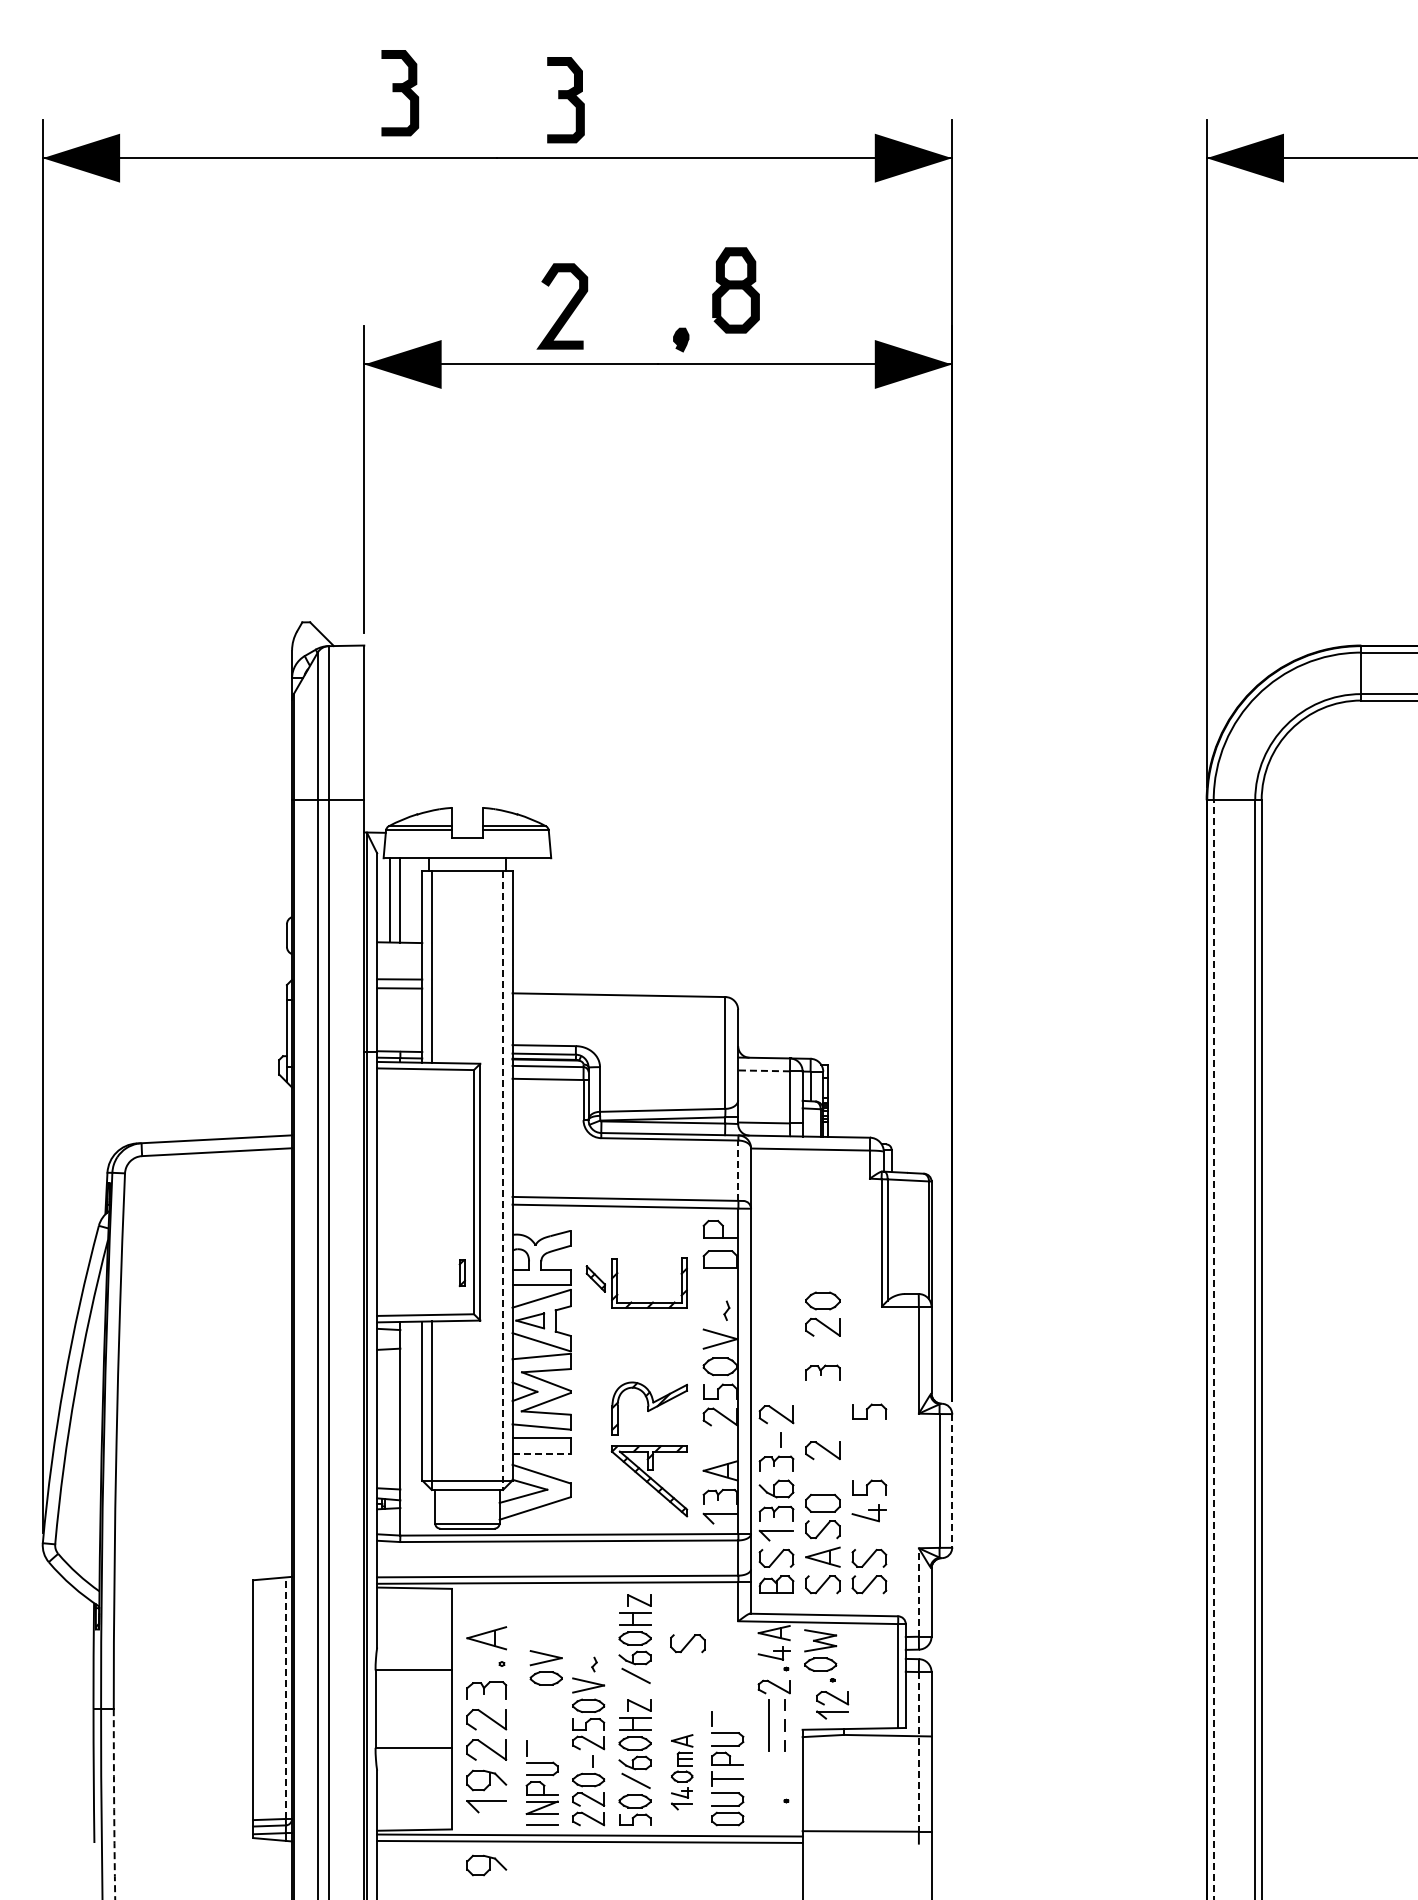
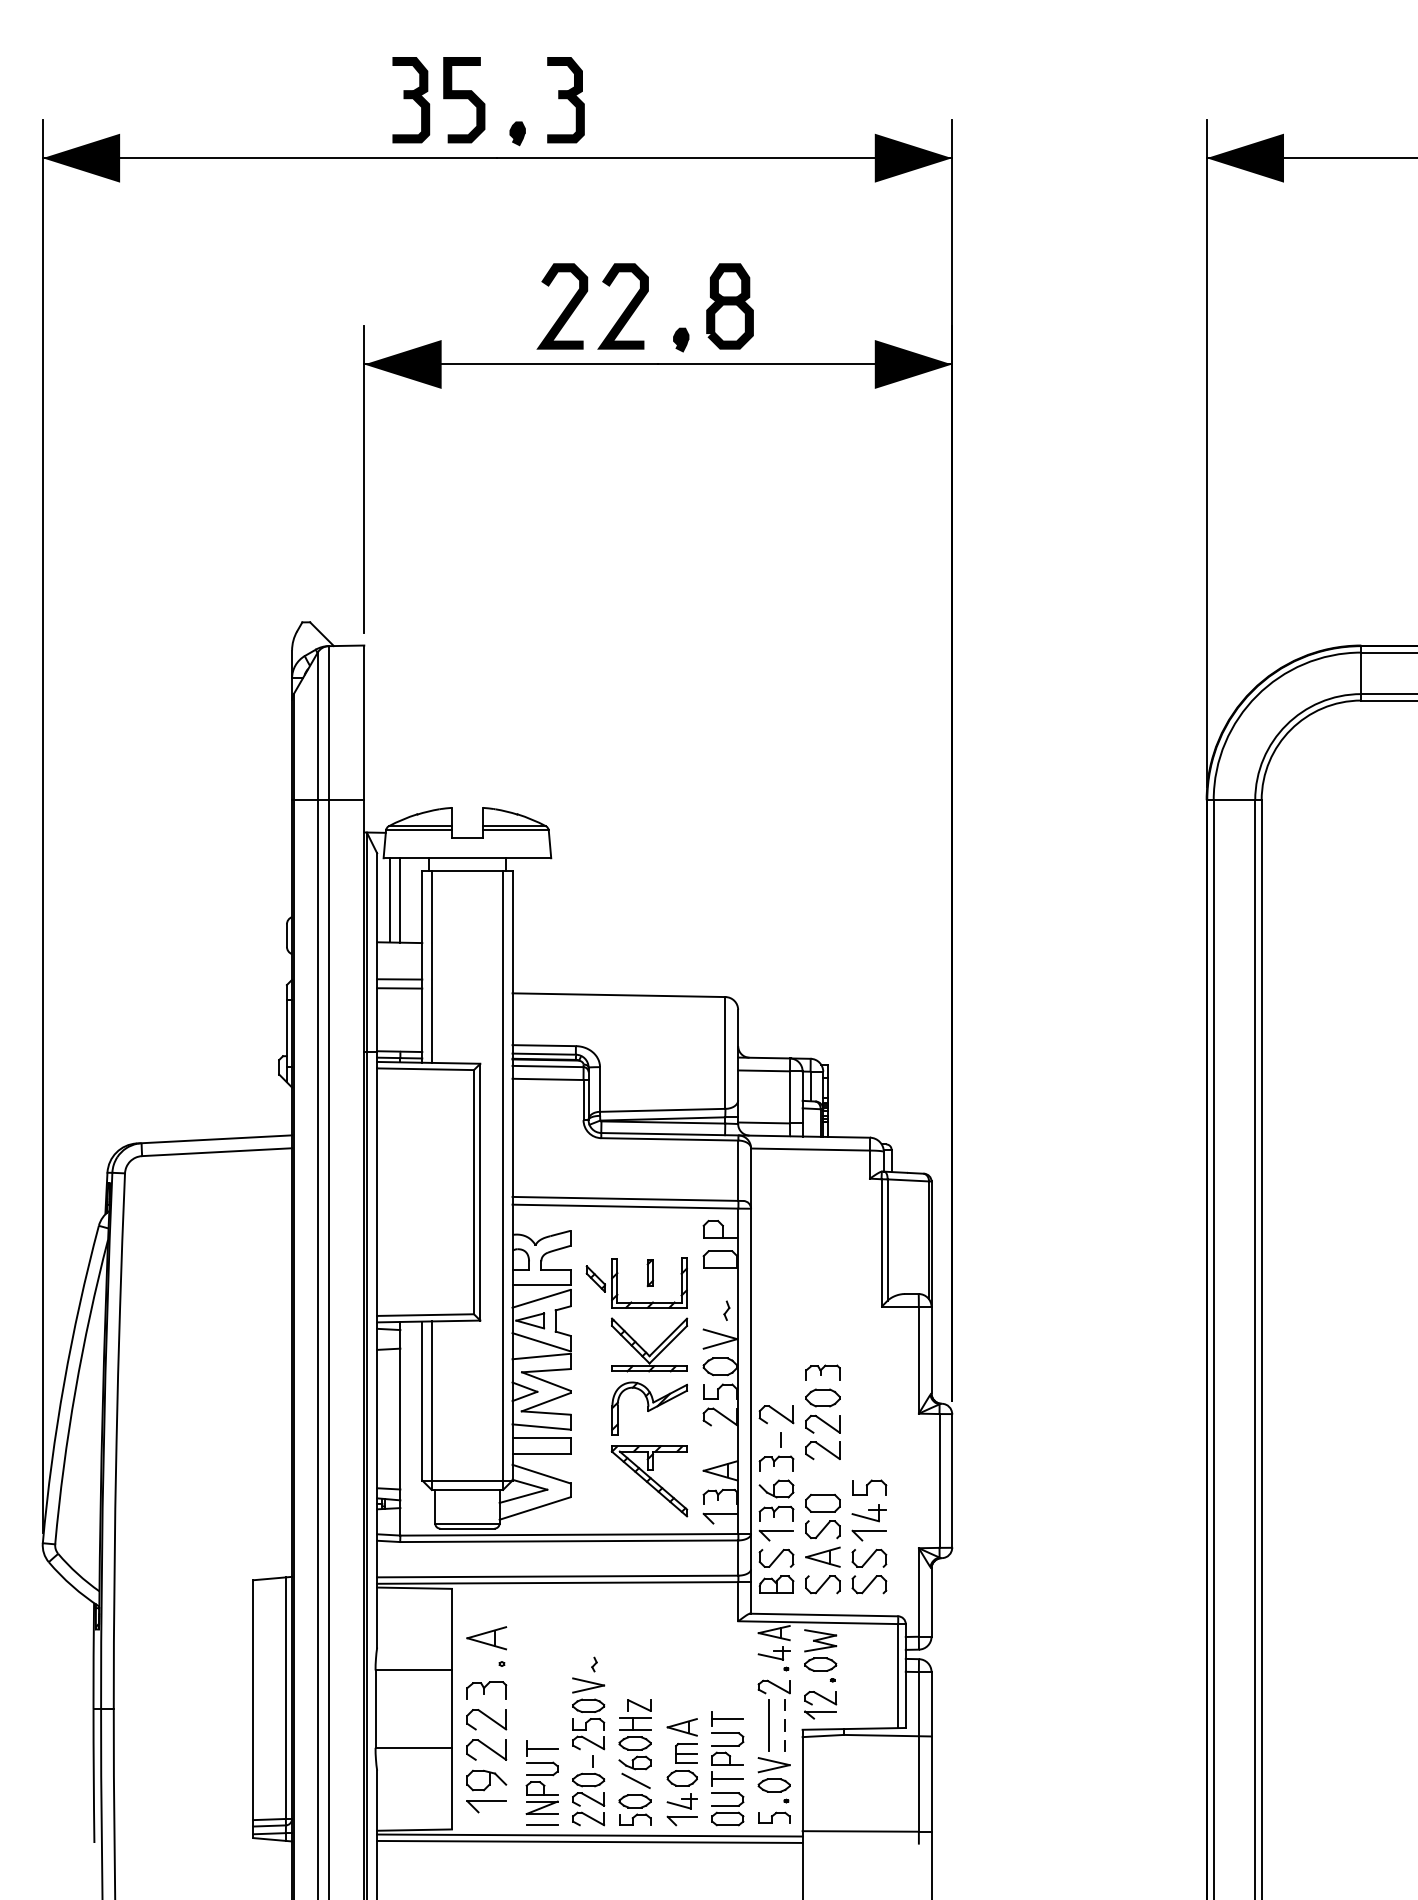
part at (400, 93) position: (400, 93) -> (411, 100)
curve at (464, 99): none -> present
part at (517, 133): none -> present
part at (735, 290) position: (735, 290) -> (729, 306)
curve at (625, 308): none -> present
line at (764, 1070): dashed -> solid
line at (738, 1170): dashed -> solid
line at (503, 1181): dashed -> solid
part at (461, 1273) position: (461, 1273) -> (649, 1273)
part at (822, 1313) position: (822, 1313) -> (822, 1410)
part at (644, 1349): none -> present
line at (1213, 1349): dashed -> solid
part at (869, 1411): present -> none
line at (542, 1453): dashed -> solid
line at (952, 1480): dashed -> solid
part at (868, 1535): none -> present
line at (918, 1592): dashed -> solid
part at (634, 1638): present -> none
part at (687, 1643): present -> none
part at (545, 1667) position: (545, 1667) -> (773, 1774)
line at (285, 1698): dashed -> solid
part at (832, 1705) position: (832, 1705) -> (820, 1705)
line at (727, 1719): none -> present
line at (541, 1748): none -> present
line at (918, 1751): dashed -> solid
part at (682, 1772) size: 23x77 px -> 32x109 px
arc at (114, 1804): dashed -> solid
part at (774, 1817): none -> present
part at (486, 1865): present -> none
